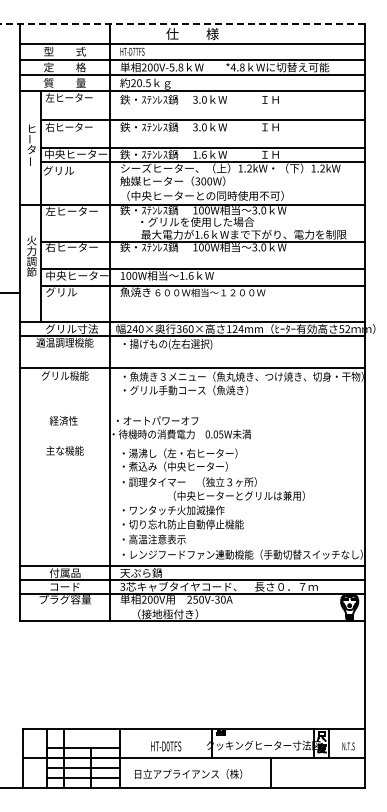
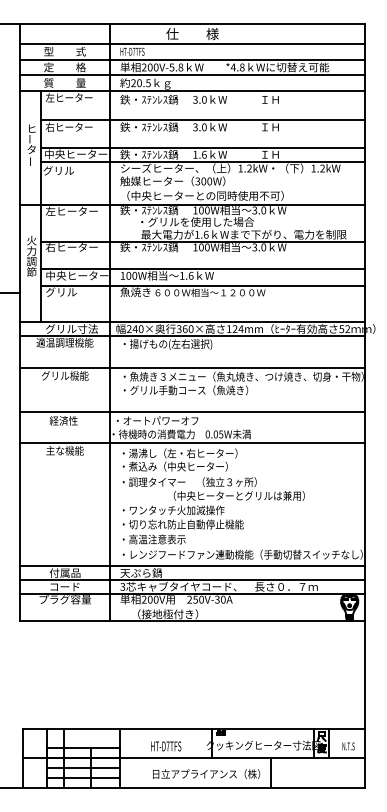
line at (182, 24): dashed -> solid
line at (192, 412): none -> present
line at (192, 442): none -> present
text at (167, 746): HT-D0TFS -> HT-D7TFS
text at (188, 773) position: (188, 773) -> (206, 773)
